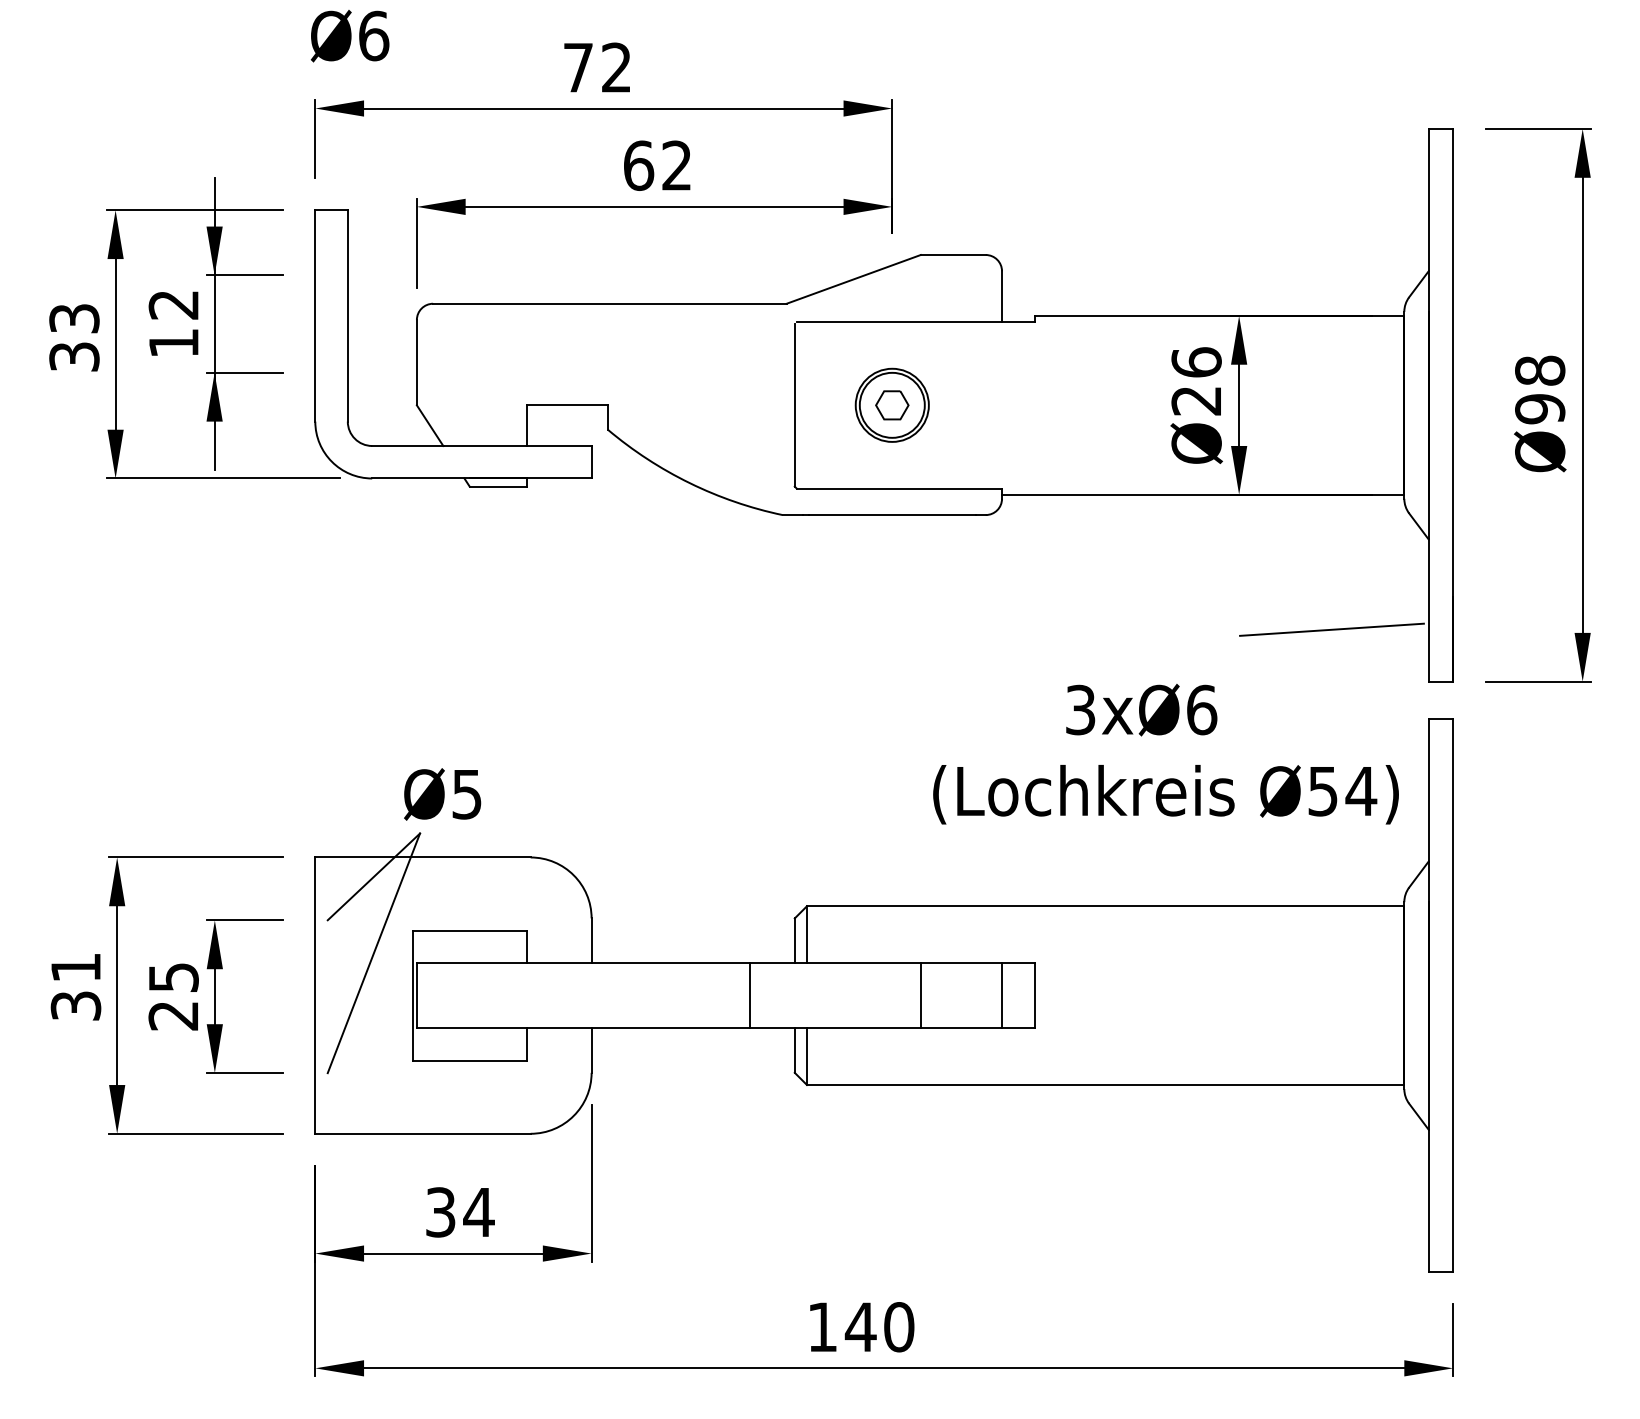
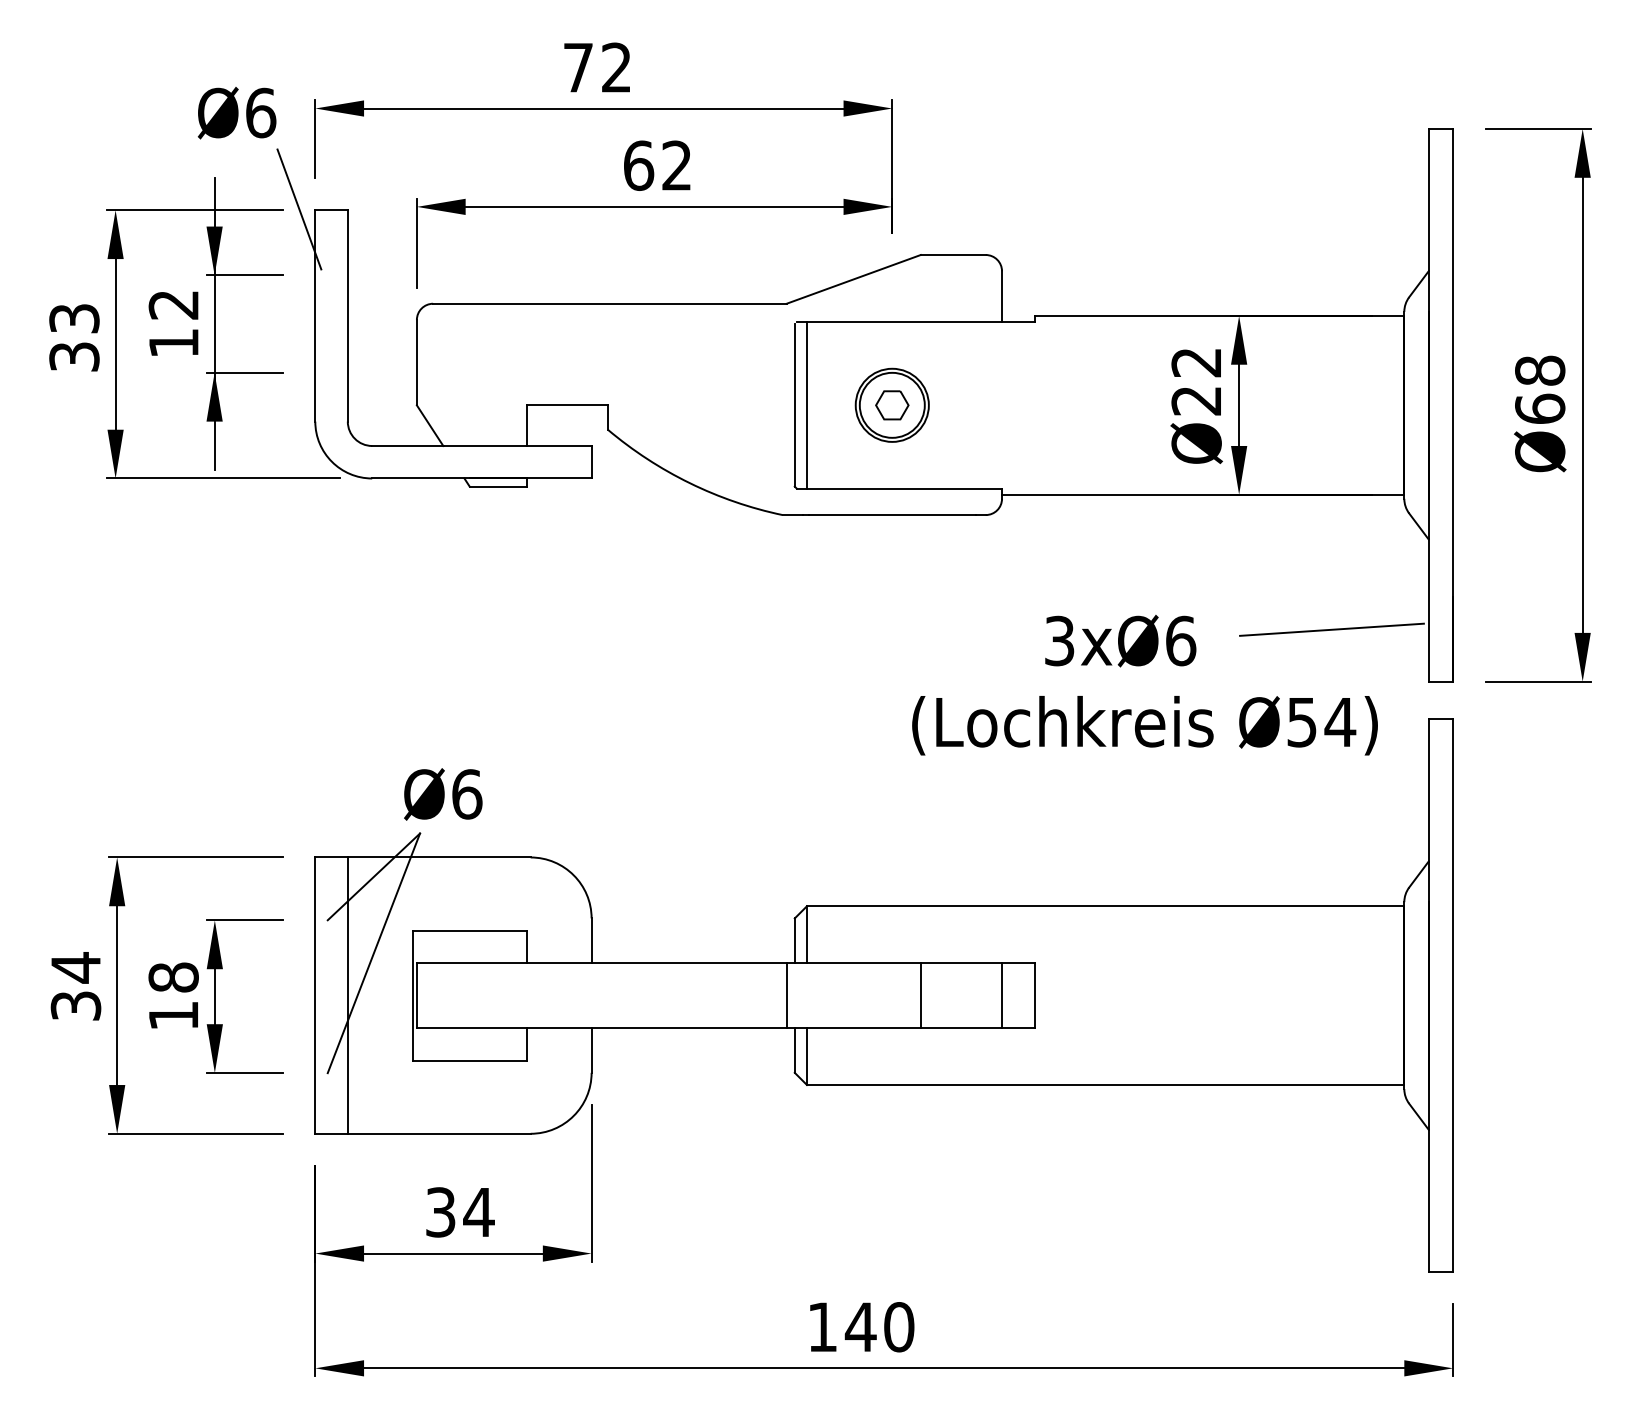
text at (349, 36) position: (349, 36) -> (236, 113)
line at (299, 209): none -> present
text at (1196, 362): Ø26 -> Ø22
line at (806, 405): none -> present
text at (1540, 408): Ø98 -> Ø68
text at (1165, 754) position: (1165, 754) -> (1144, 685)
text at (467, 794): Ø5 -> Ø6
text at (75, 967): 31 -> 34
line at (347, 995): none -> present
line at (749, 995) position: (749, 995) -> (786, 995)
text at (173, 996): 25 -> 18
